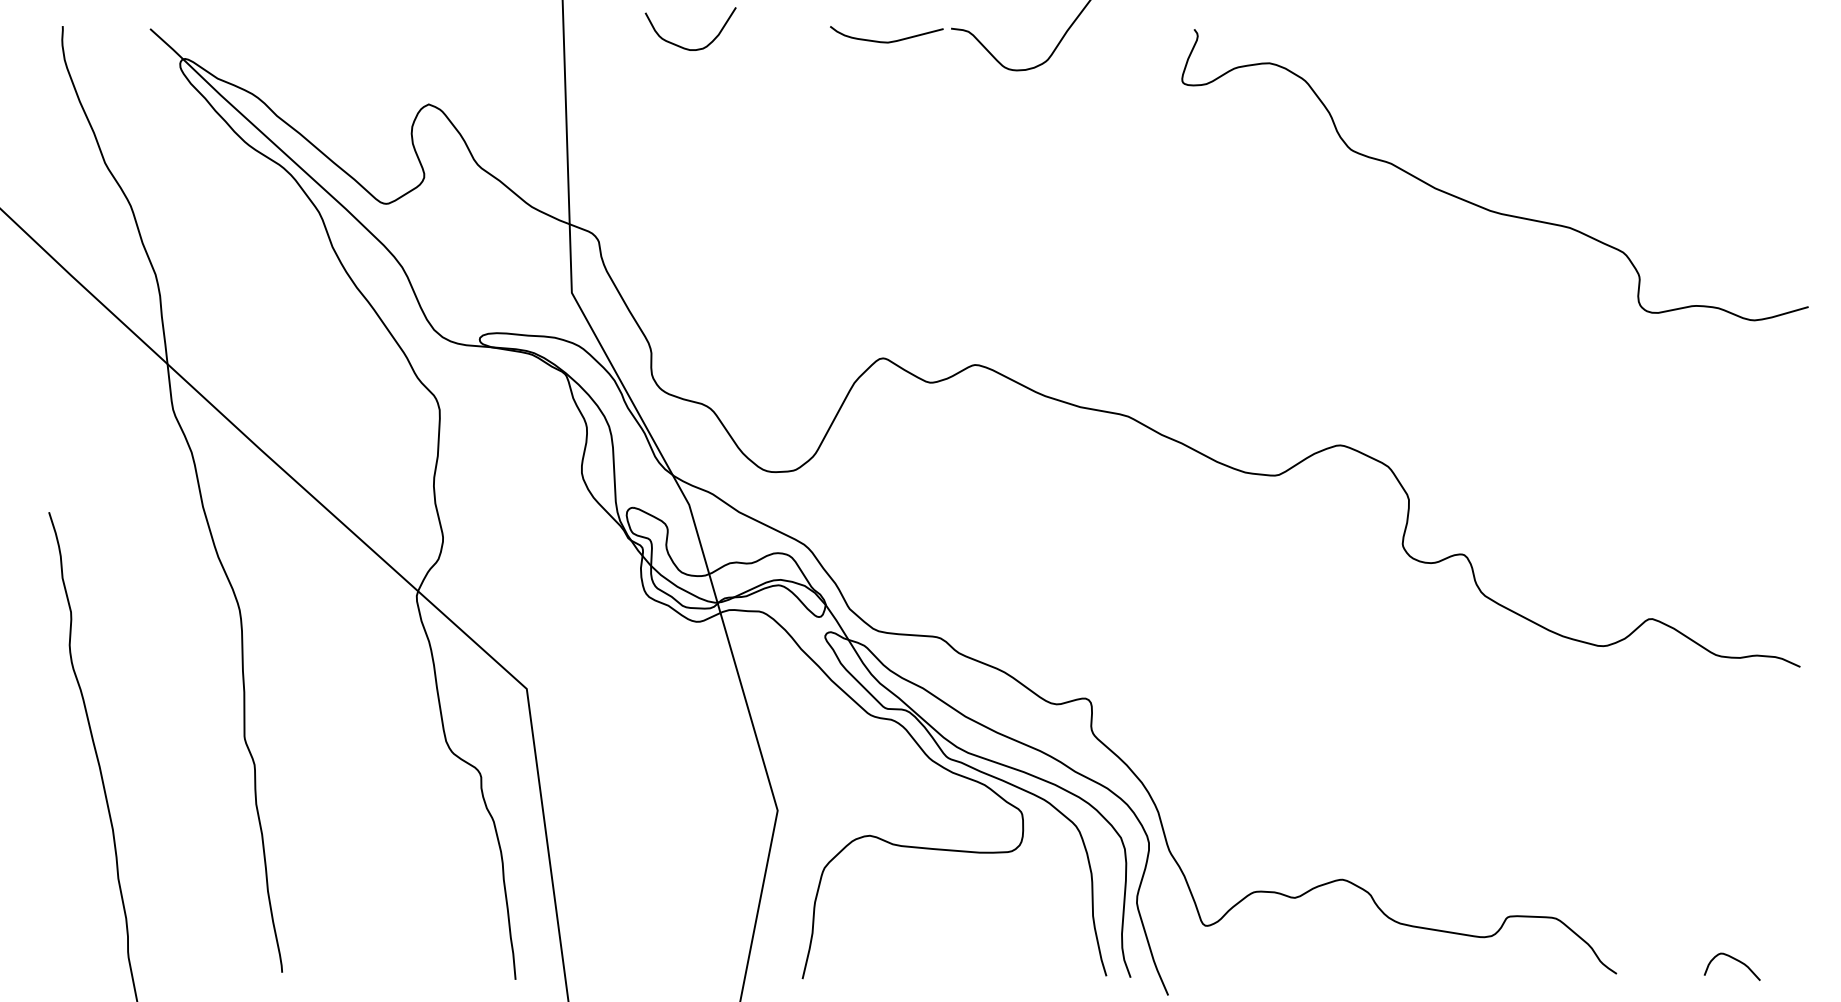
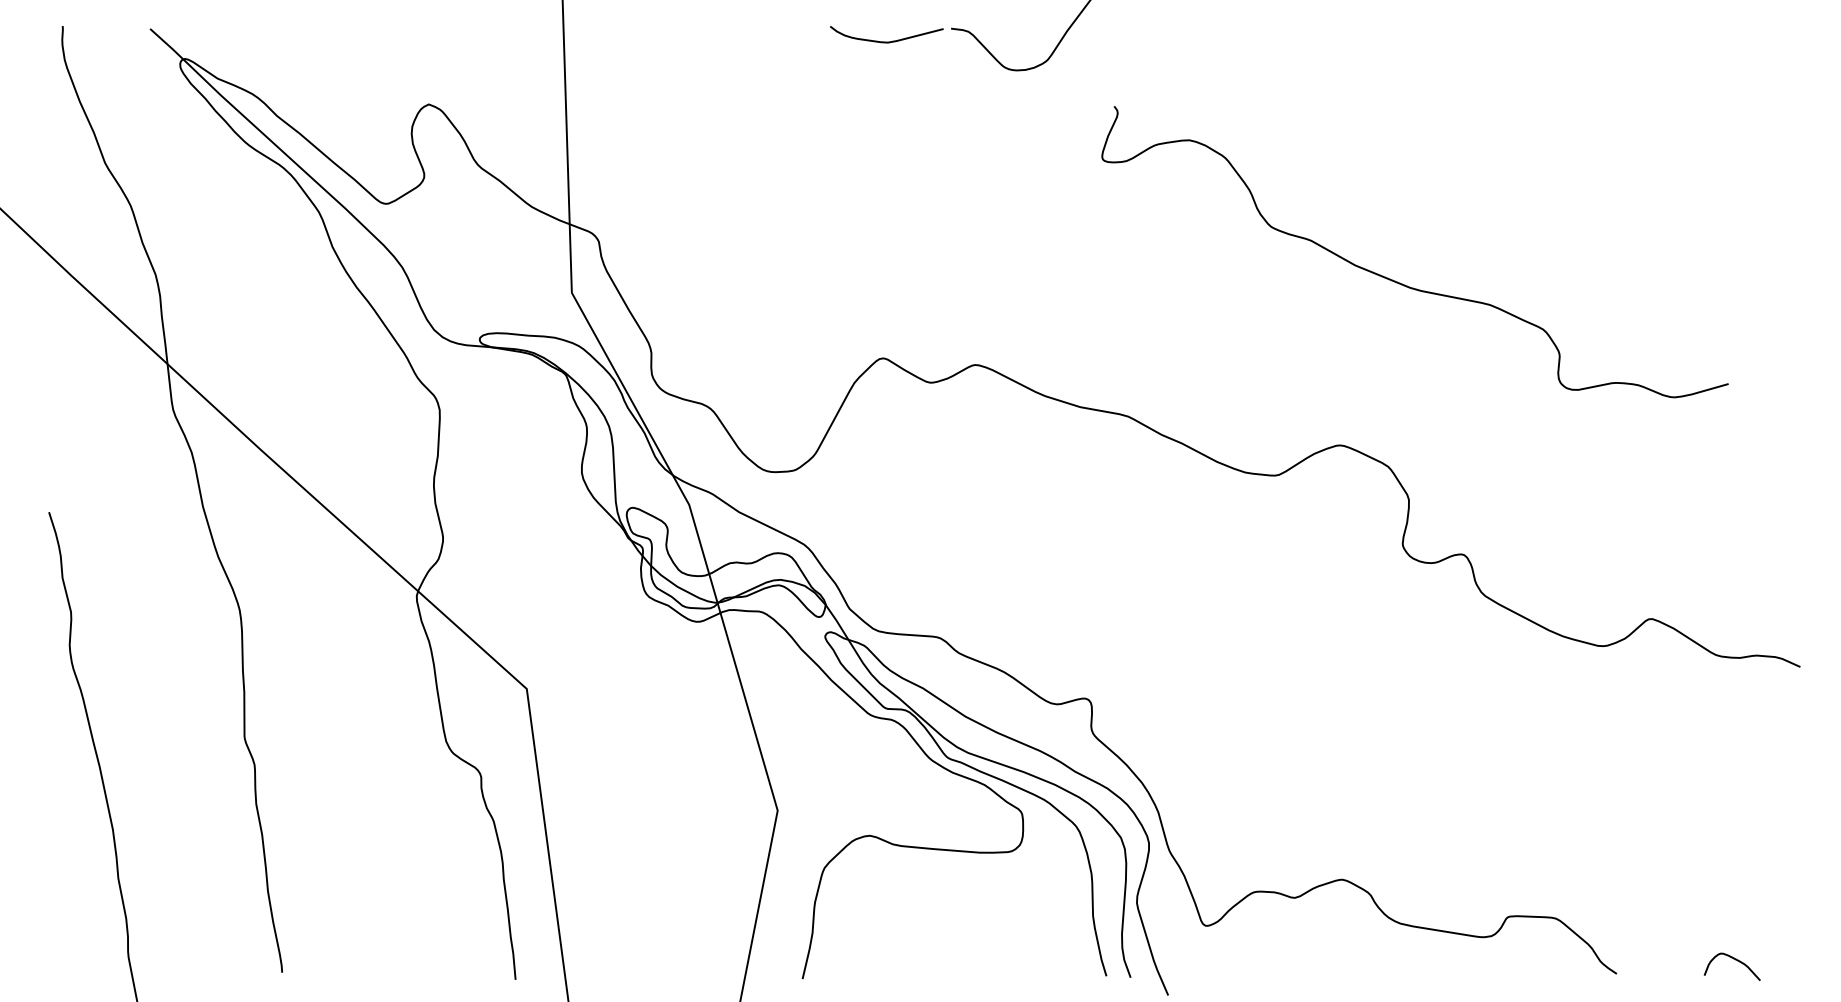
curve at (685, 47): present -> none
curve at (1480, 205) position: (1480, 205) -> (1400, 282)
